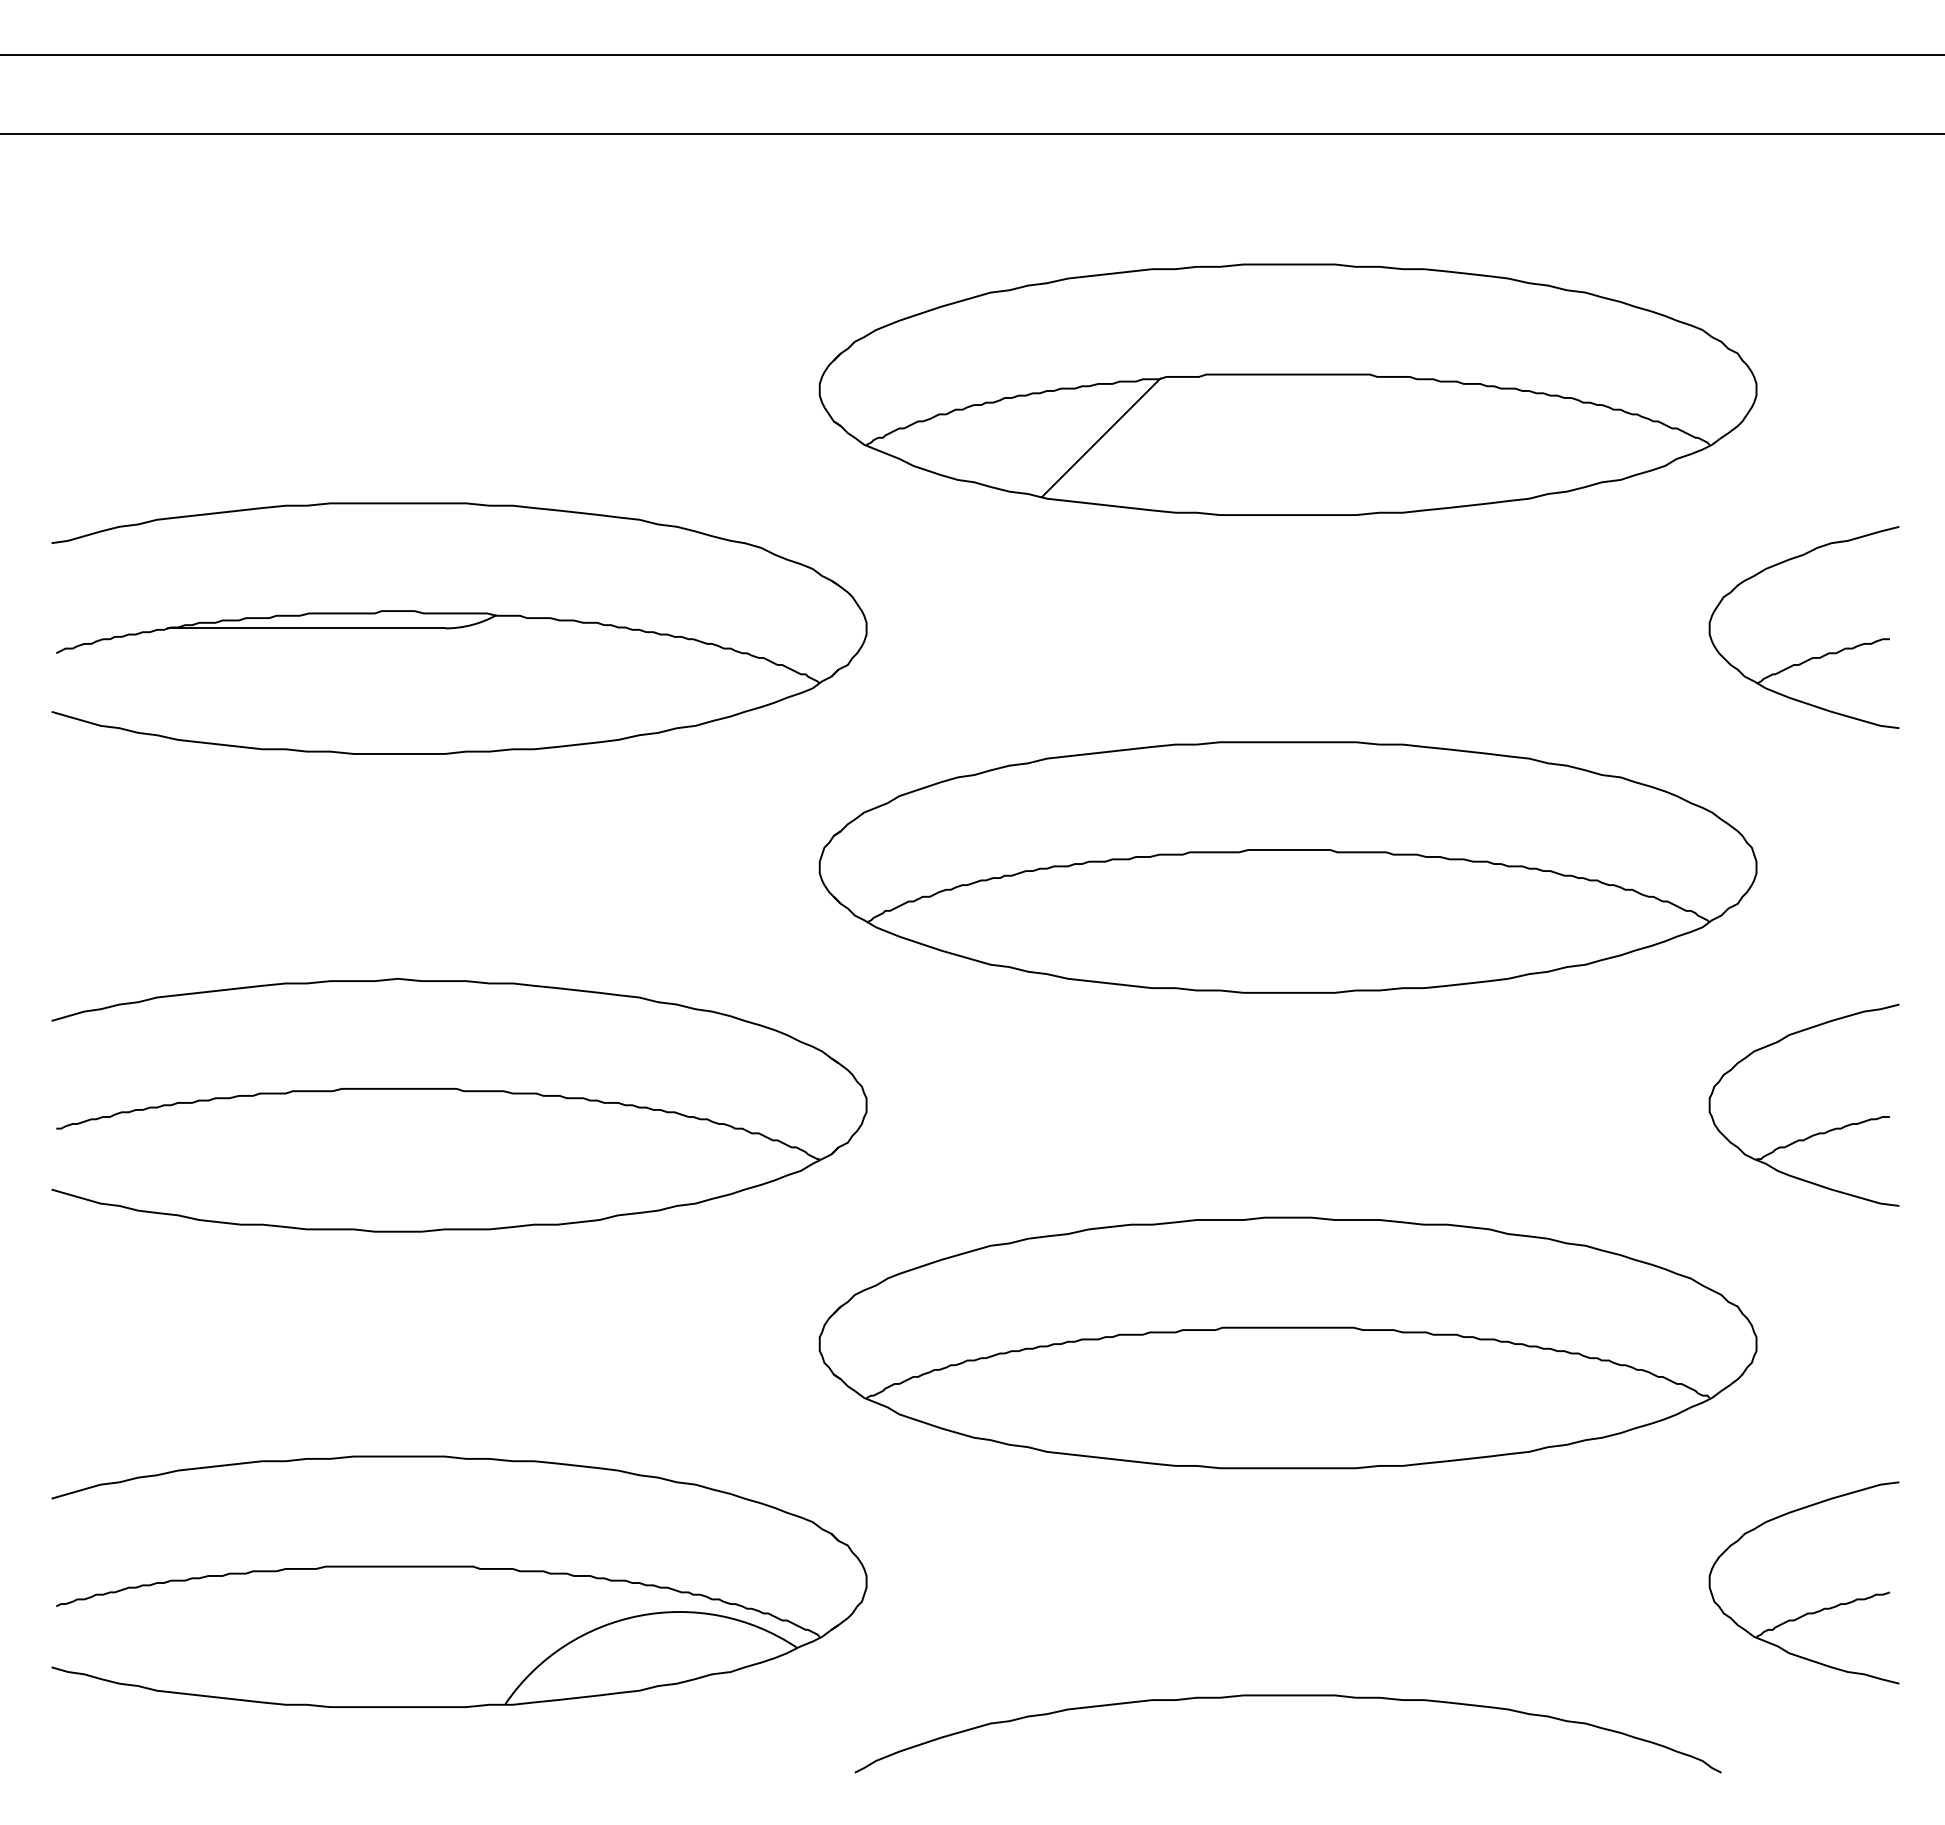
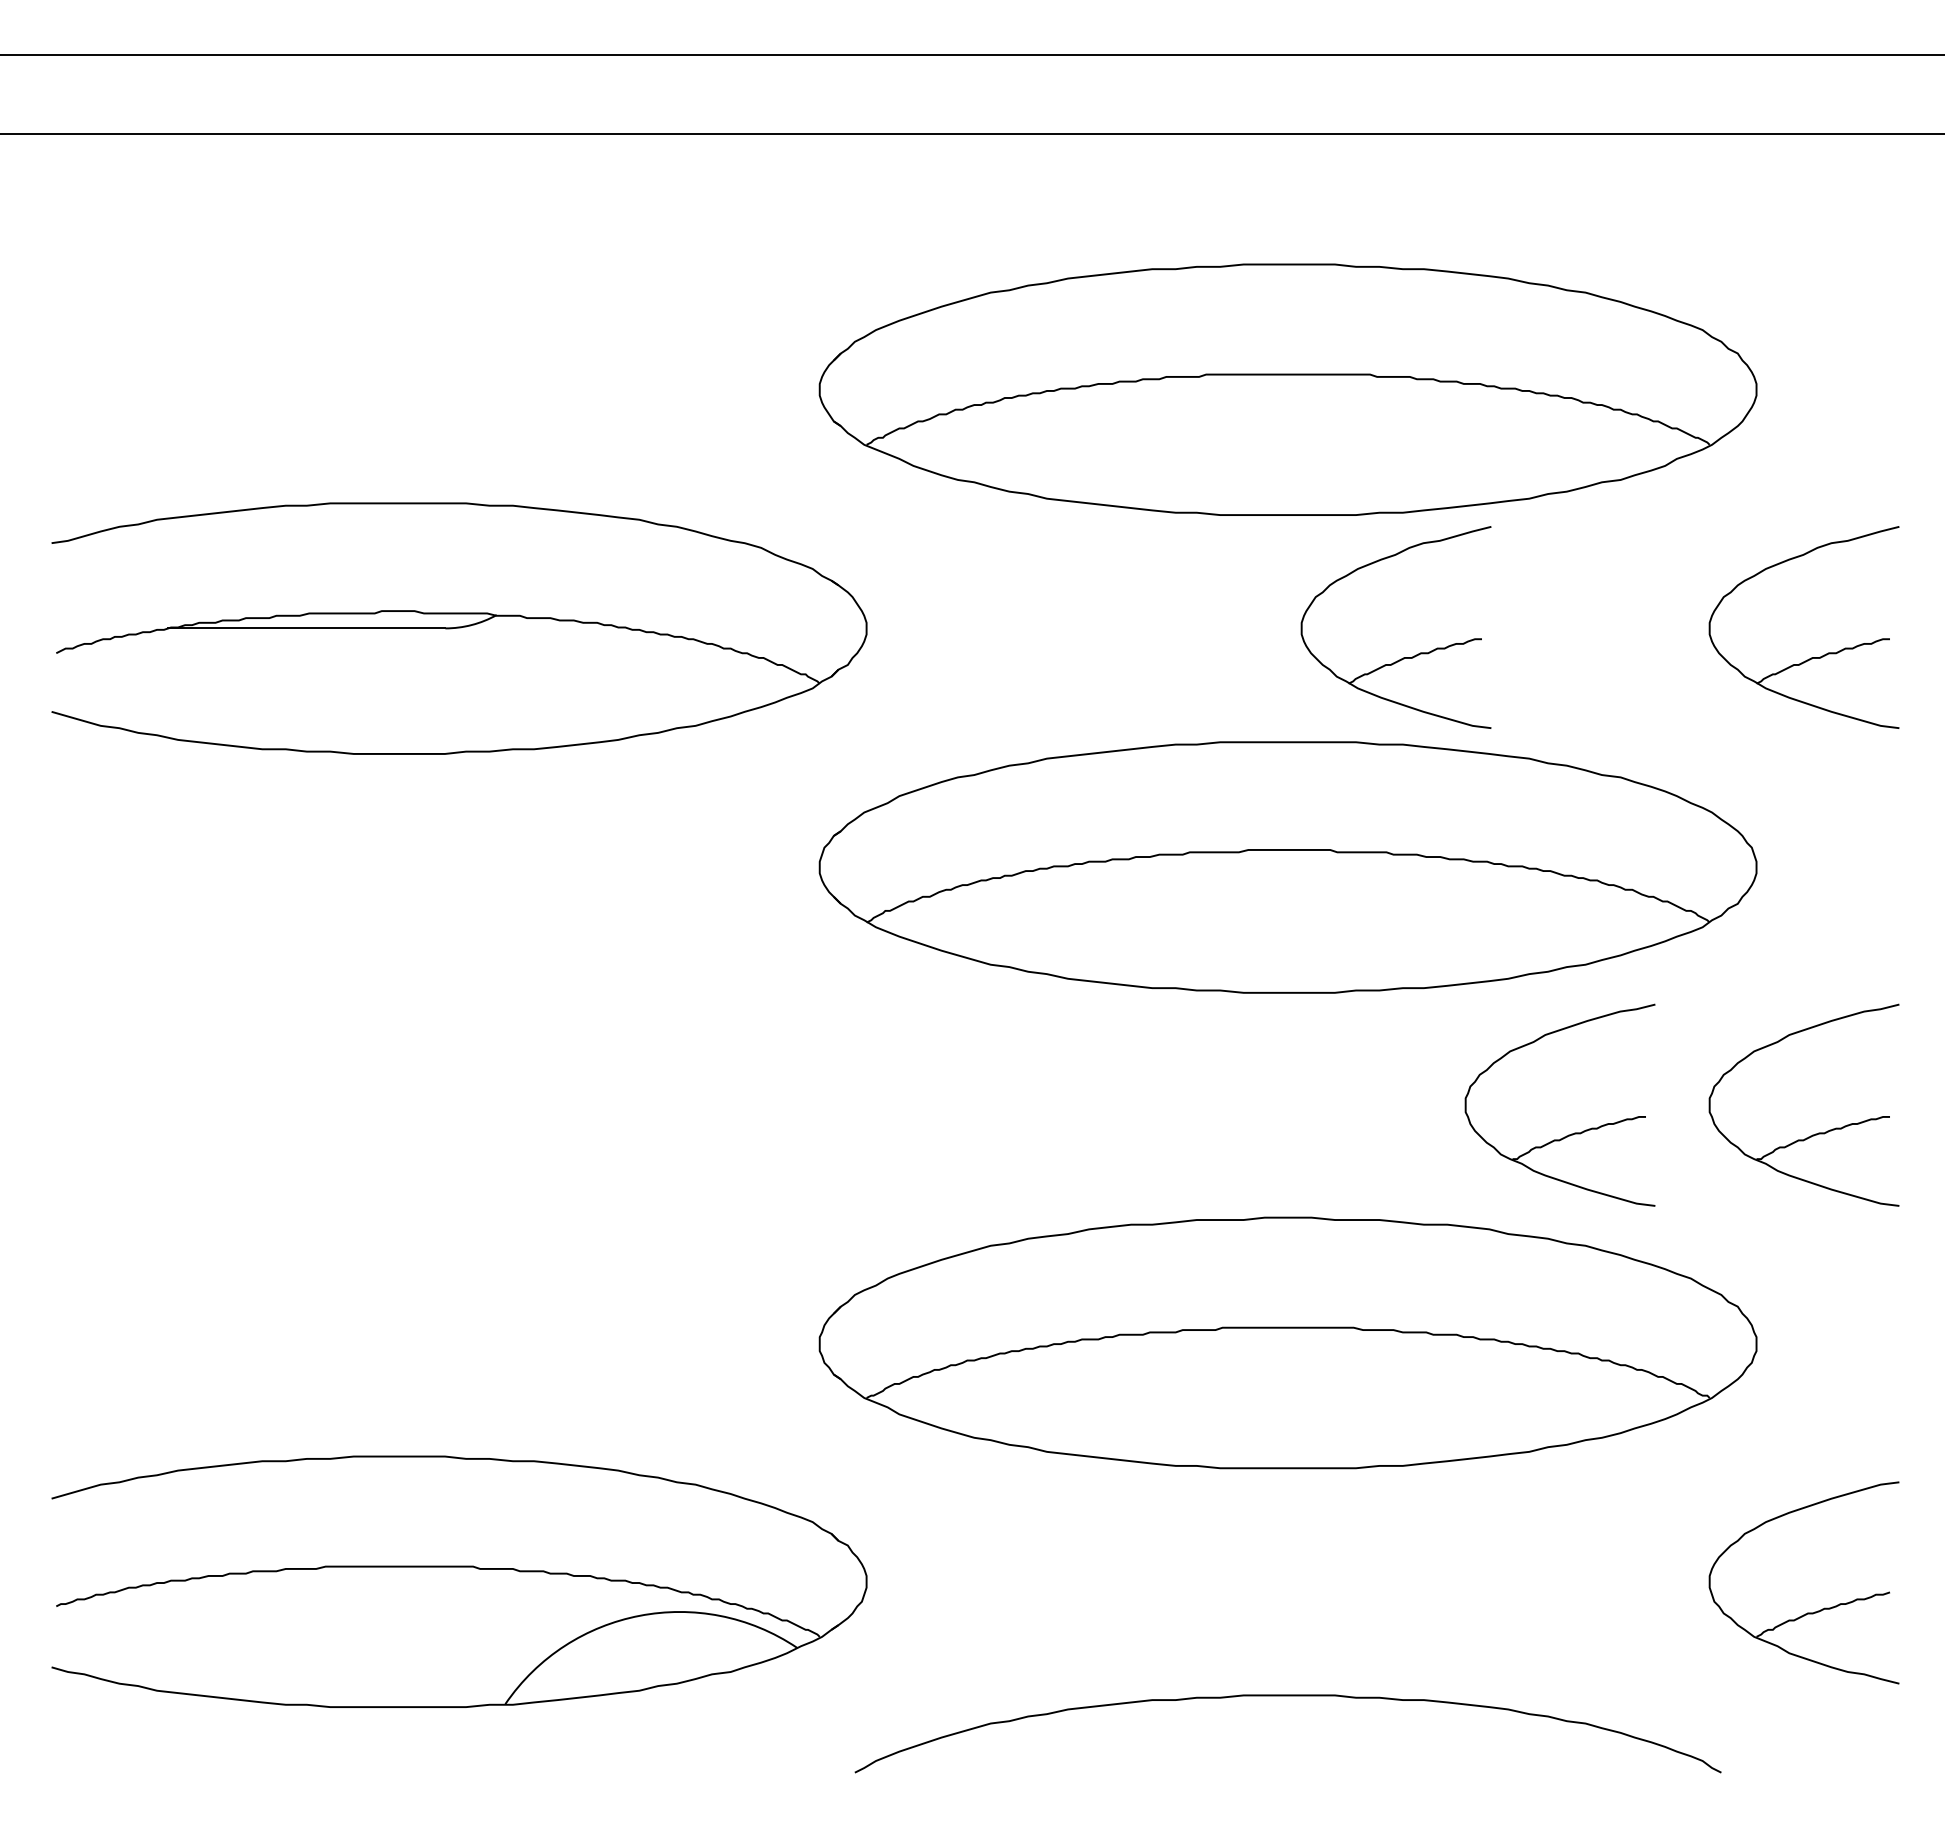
line at (1101, 437): present -> none
part at (1403, 657): none -> present
part at (464, 1092): present -> none
part at (1568, 1134): none -> present
